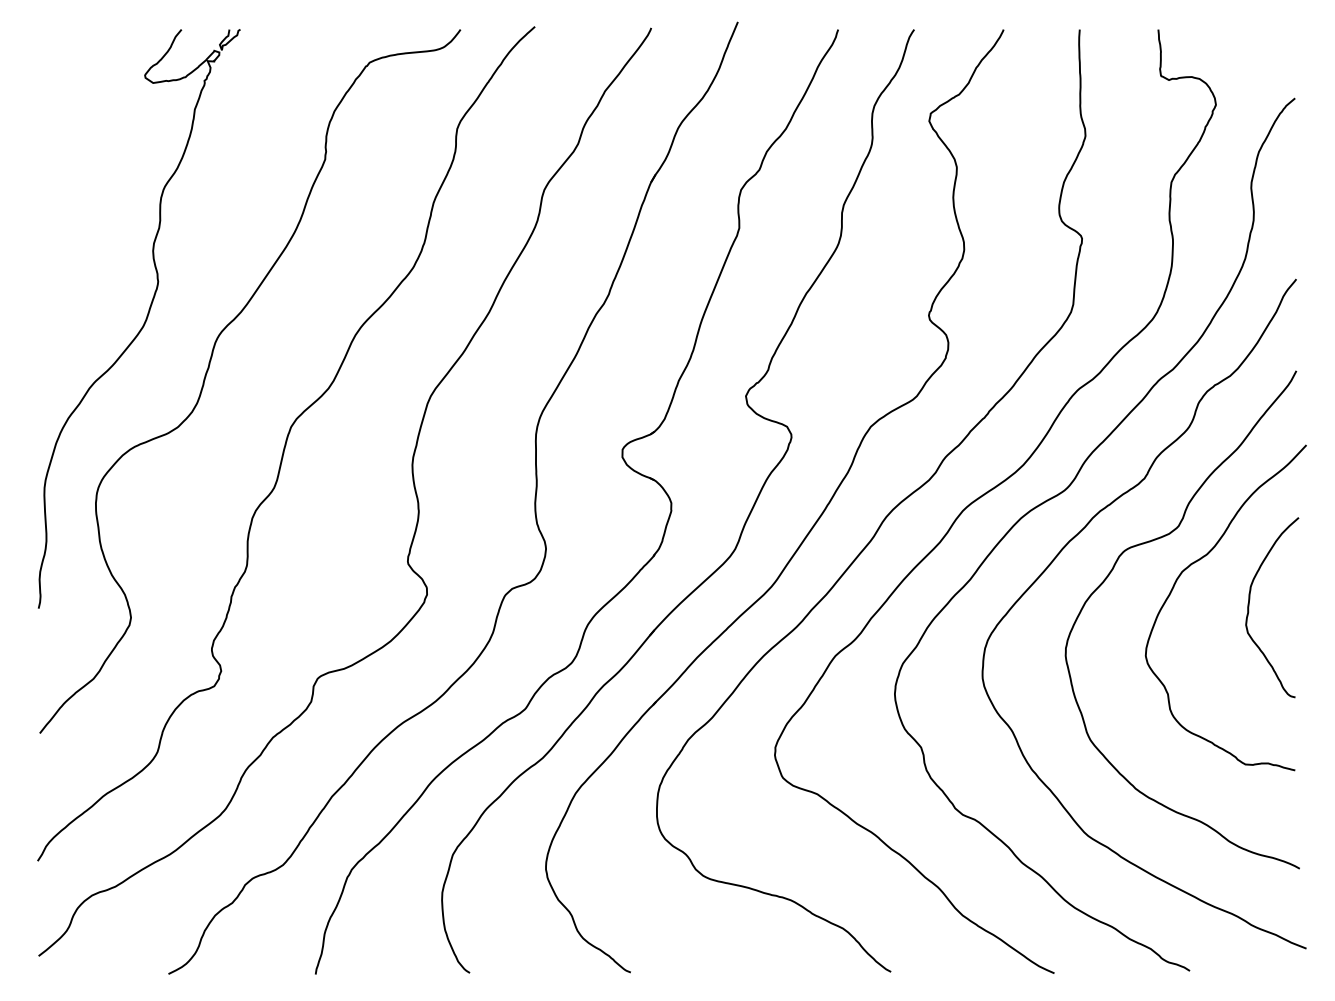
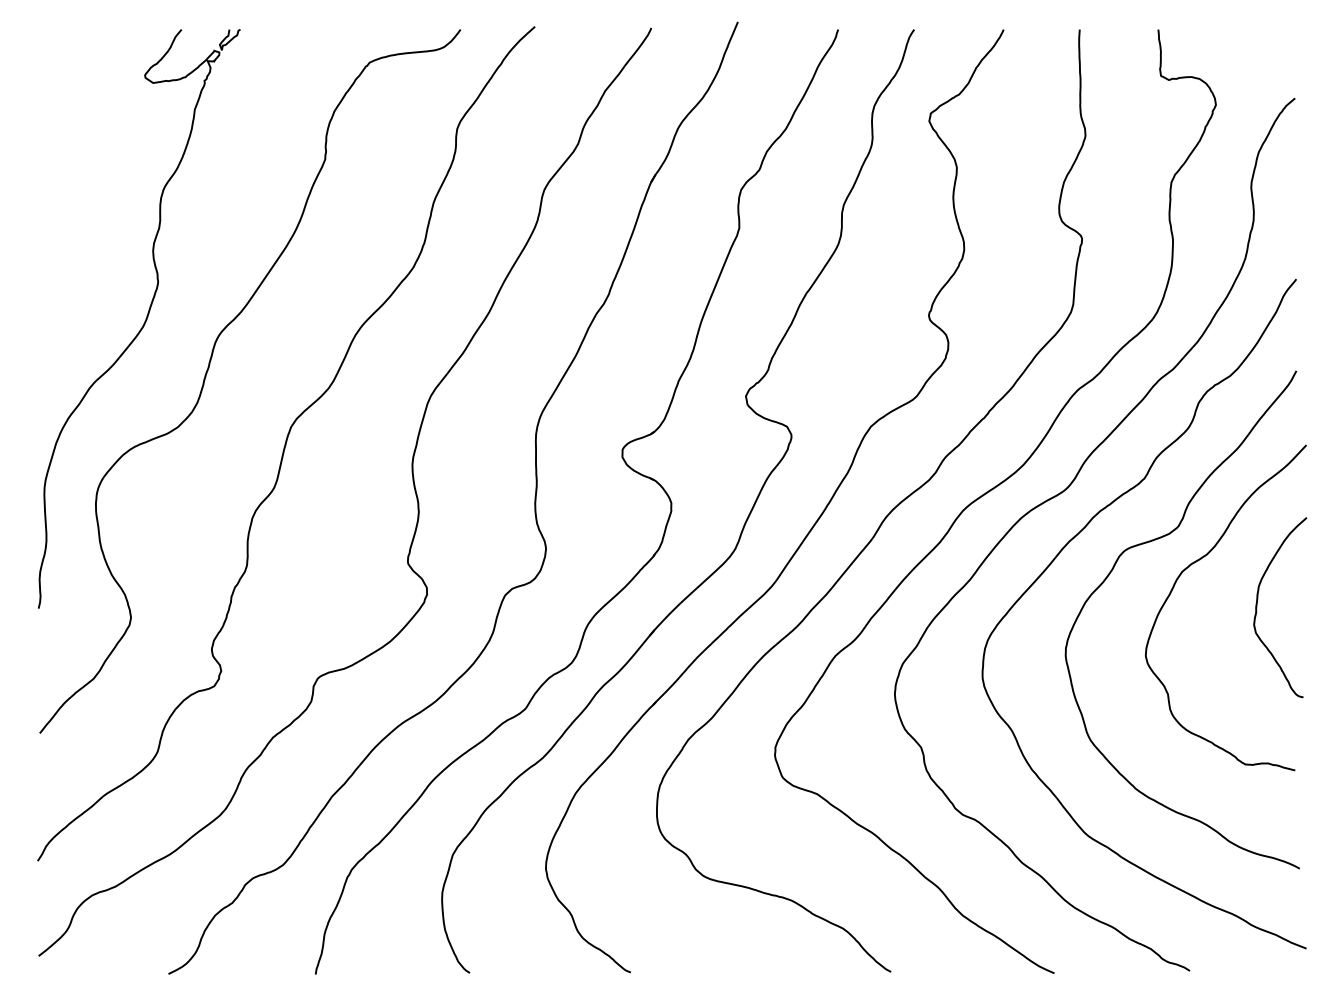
curve at (1249, 607) position: (1249, 607) -> (1257, 607)
